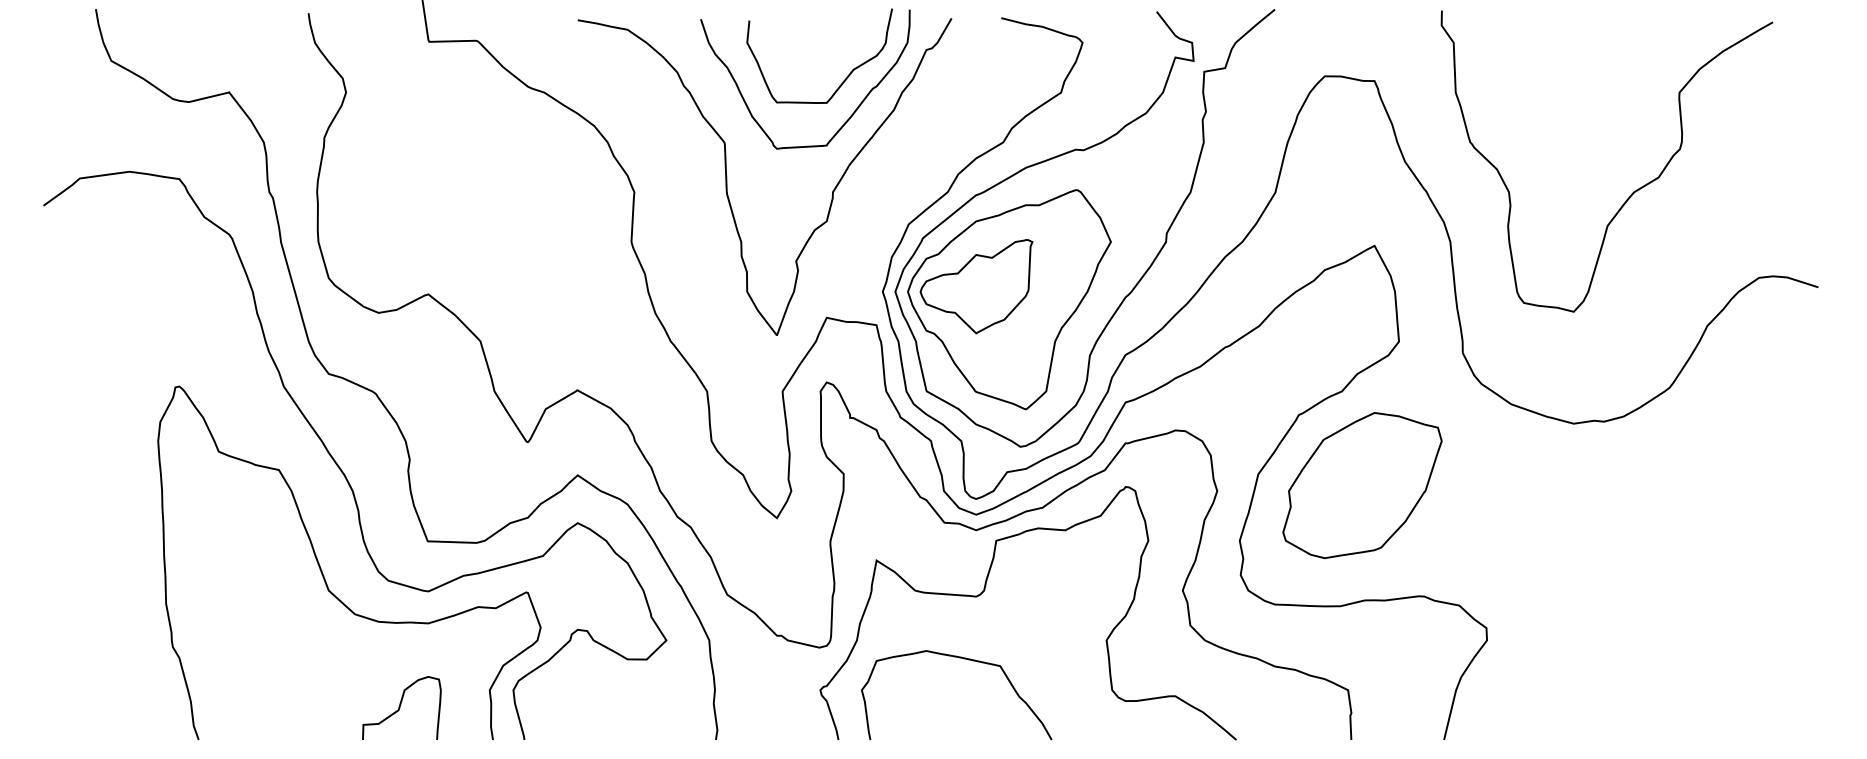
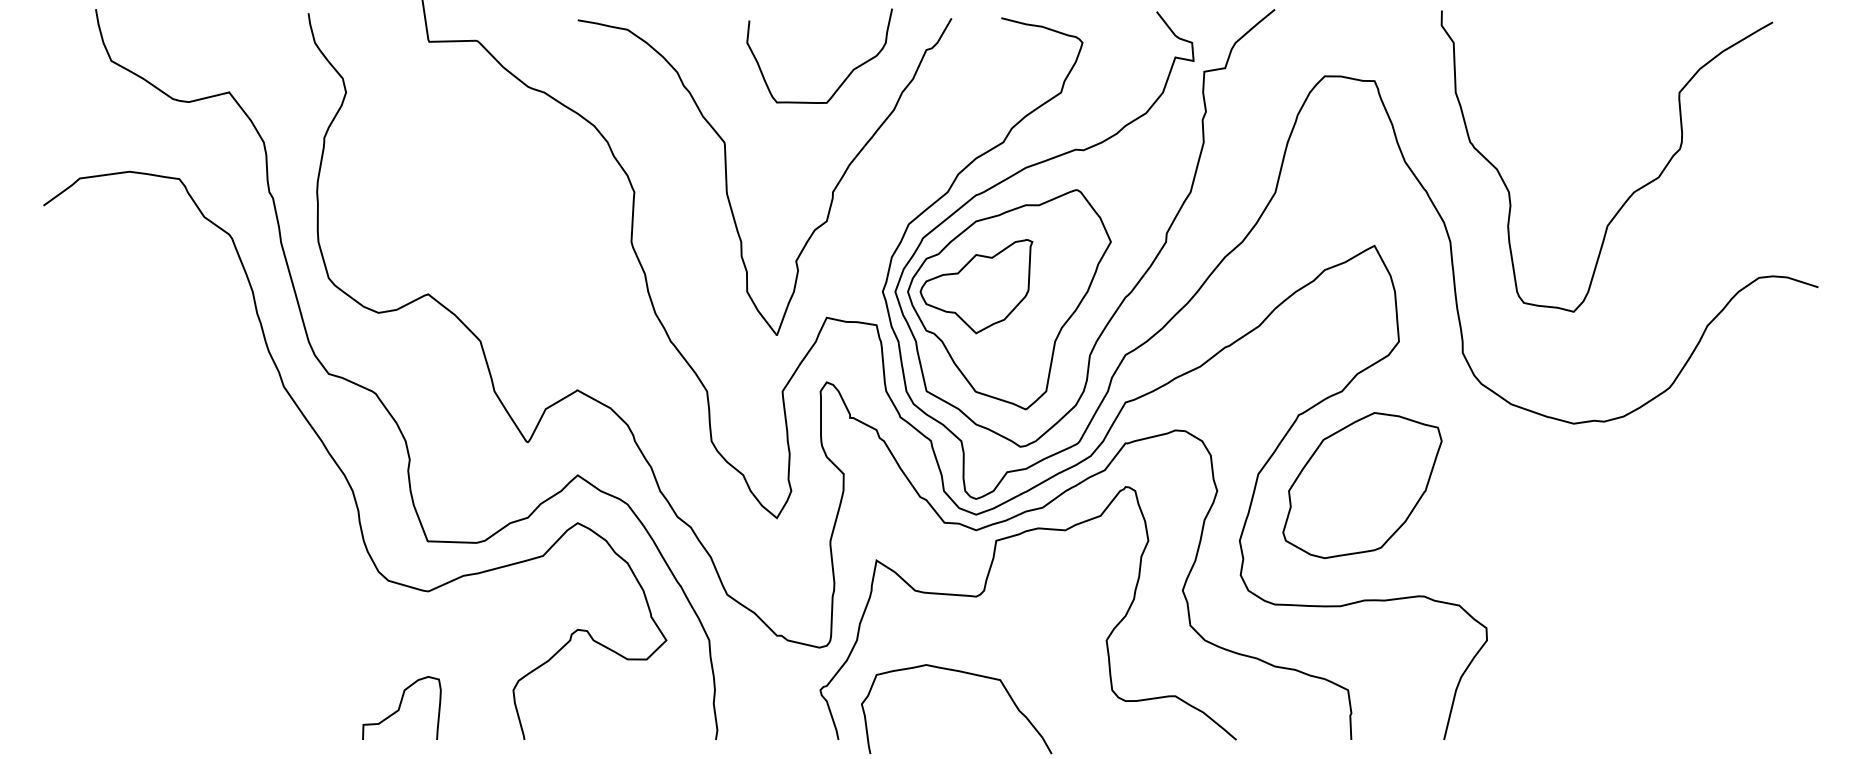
curve at (850, 115): present -> none
curve at (322, 570): present -> none
curve at (963, 659) position: (963, 659) -> (963, 673)
